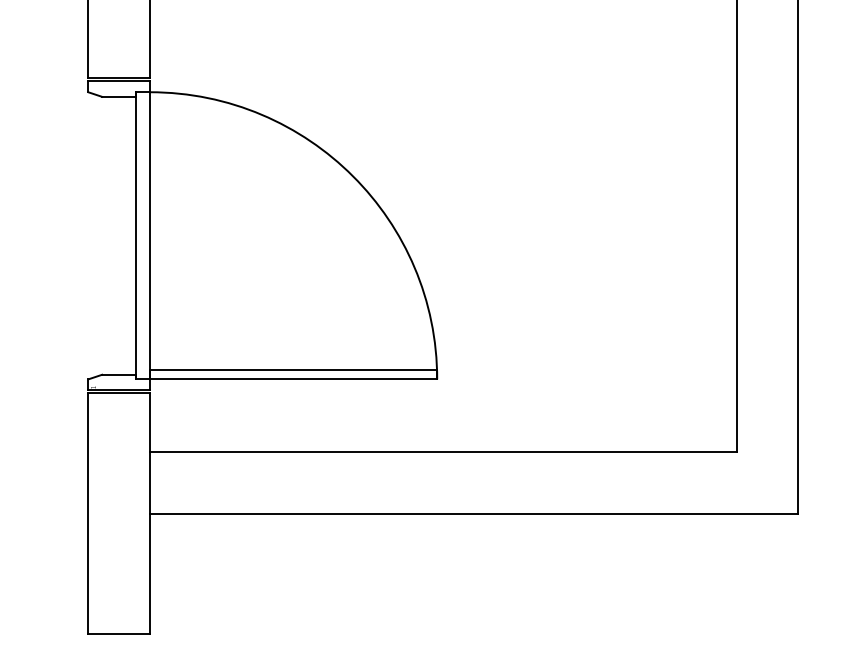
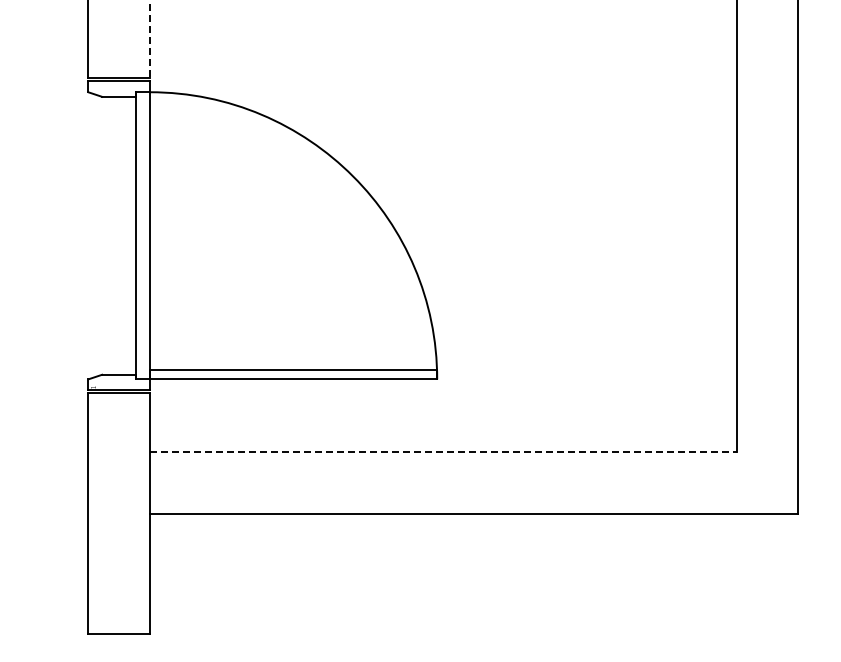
line at (150, 39): solid -> dashed
line at (443, 451): solid -> dashed
